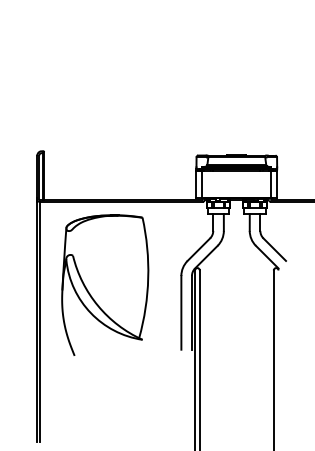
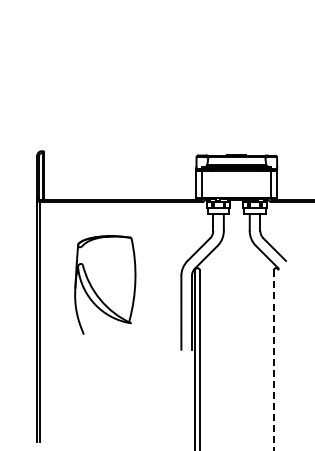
part at (105, 284) size: 89x142 px -> 63x100 px
line at (273, 360): solid -> dashed
